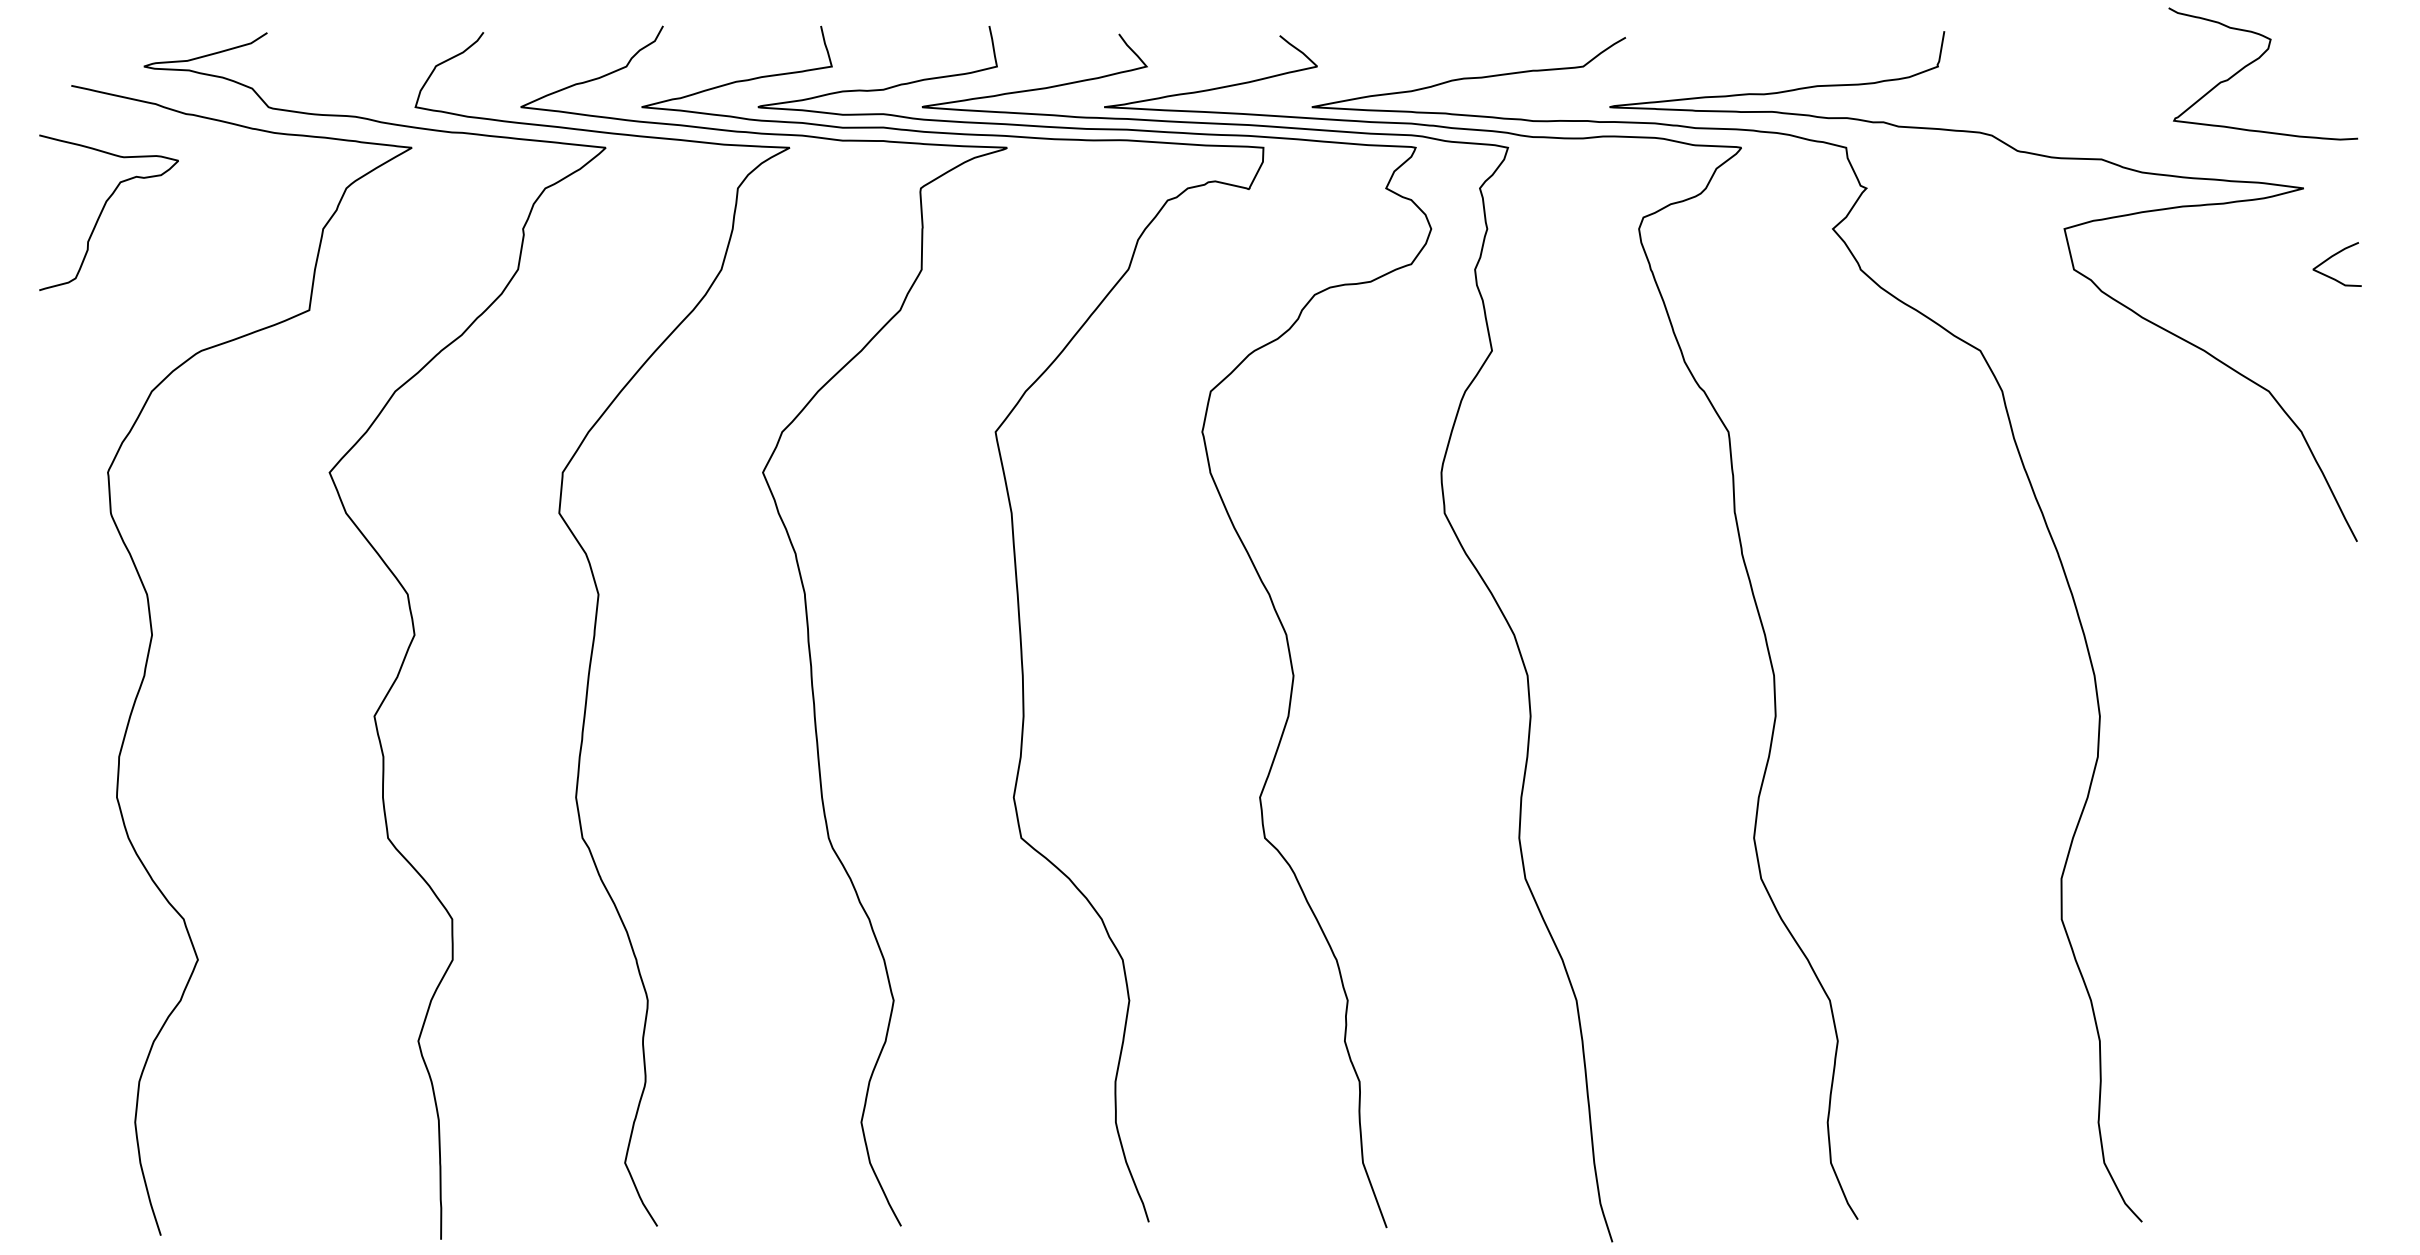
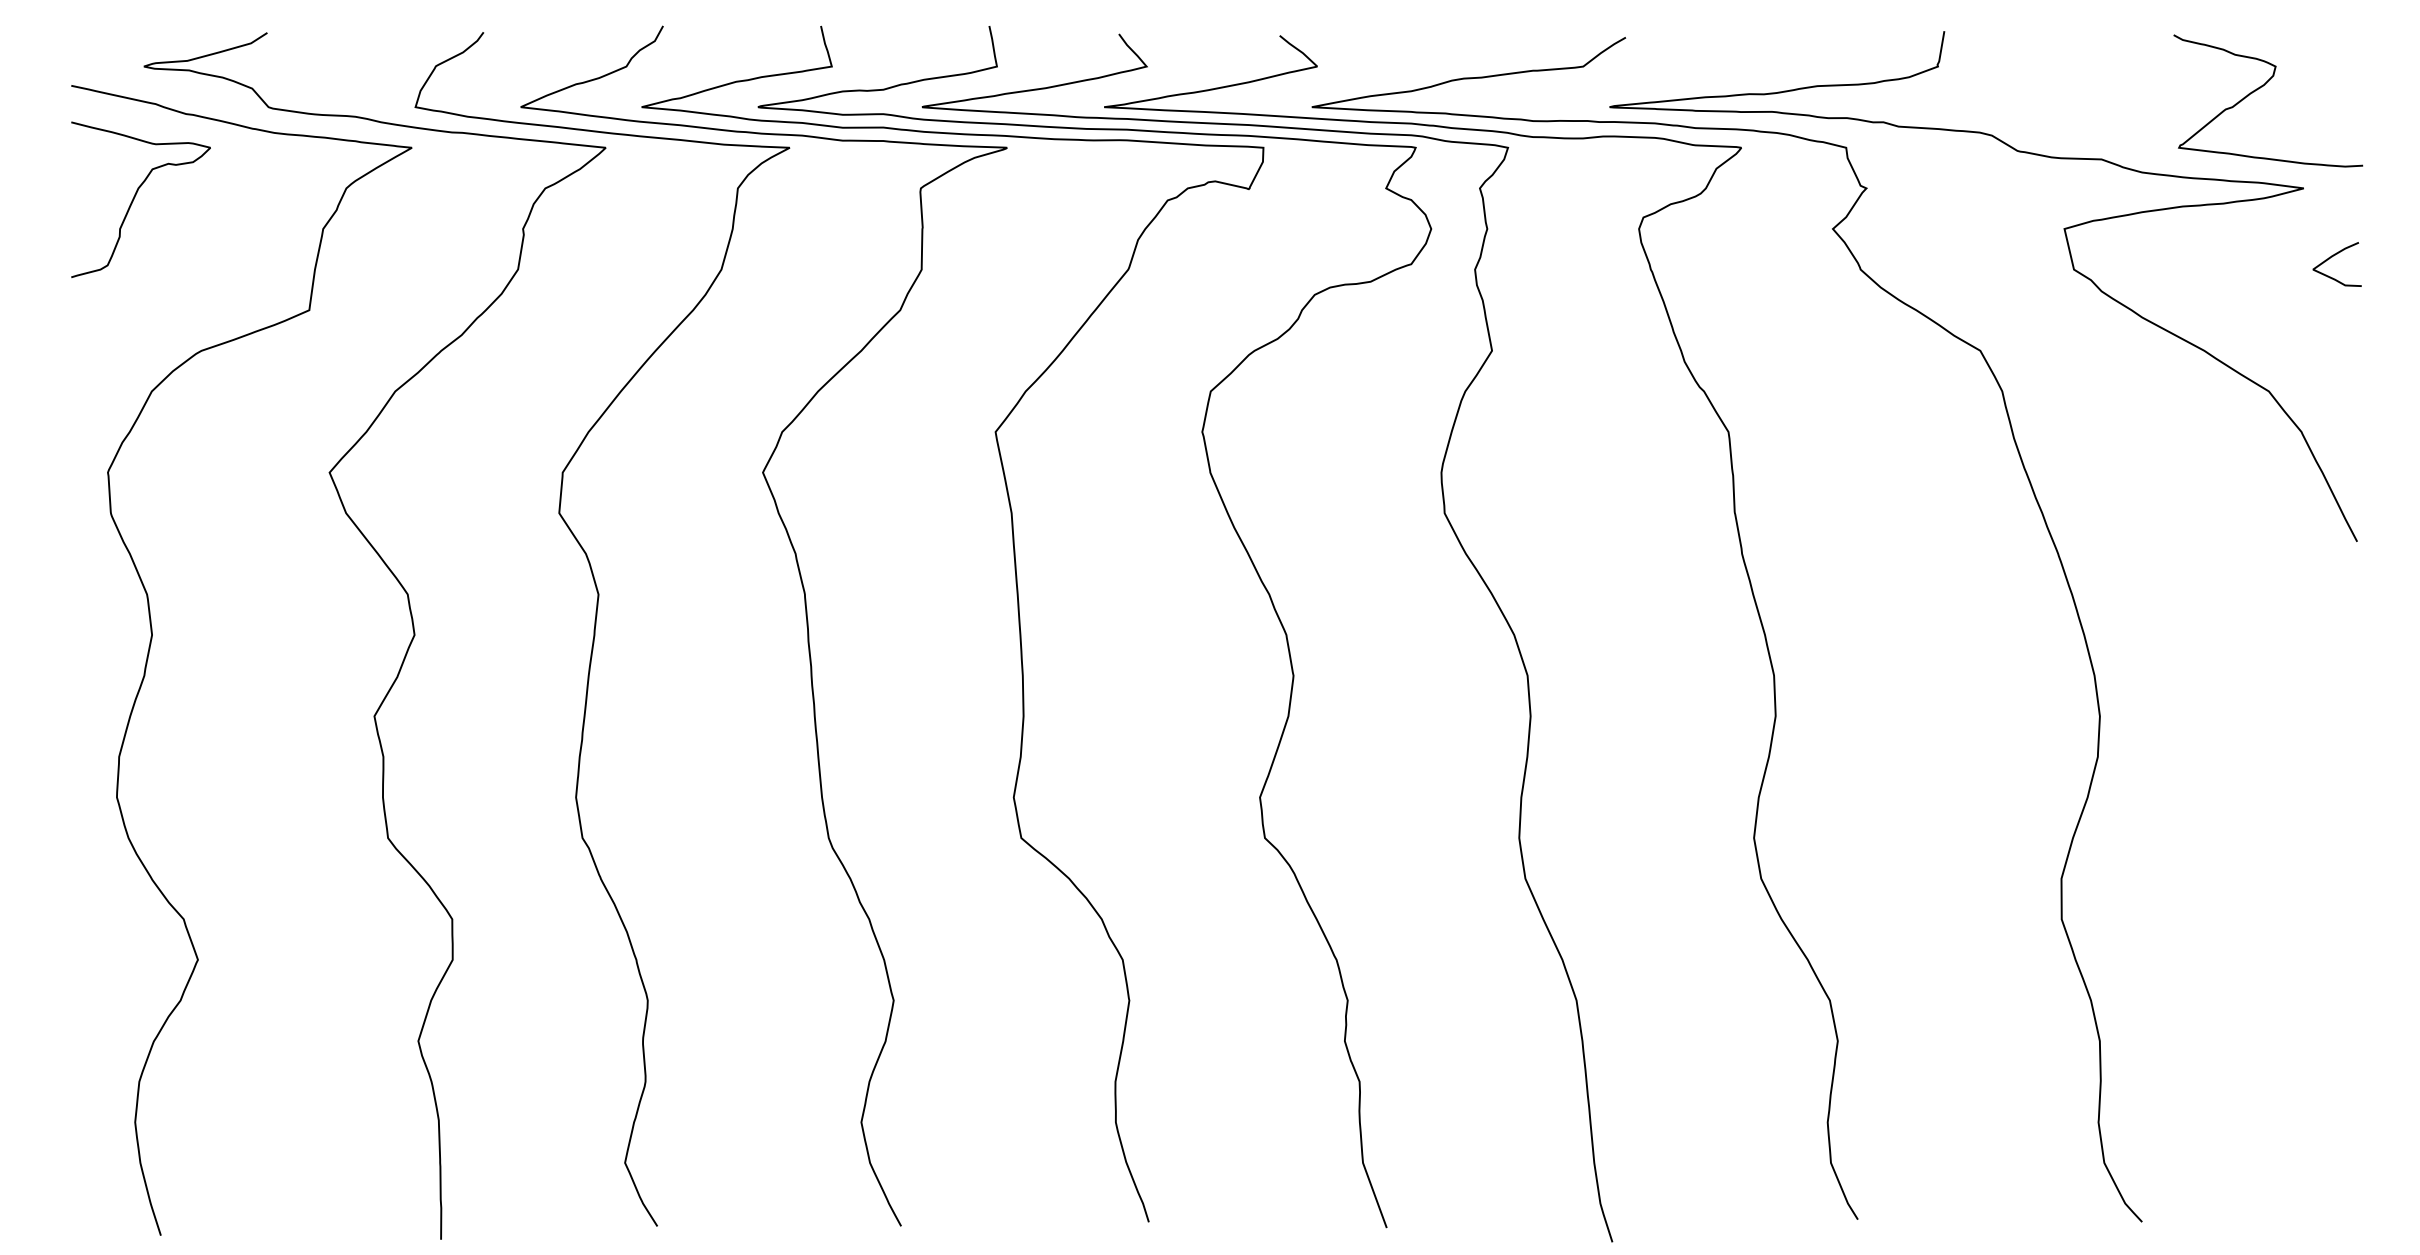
curve at (2257, 60) position: (2257, 60) -> (2262, 87)
curve at (103, 210) position: (103, 210) -> (135, 197)
